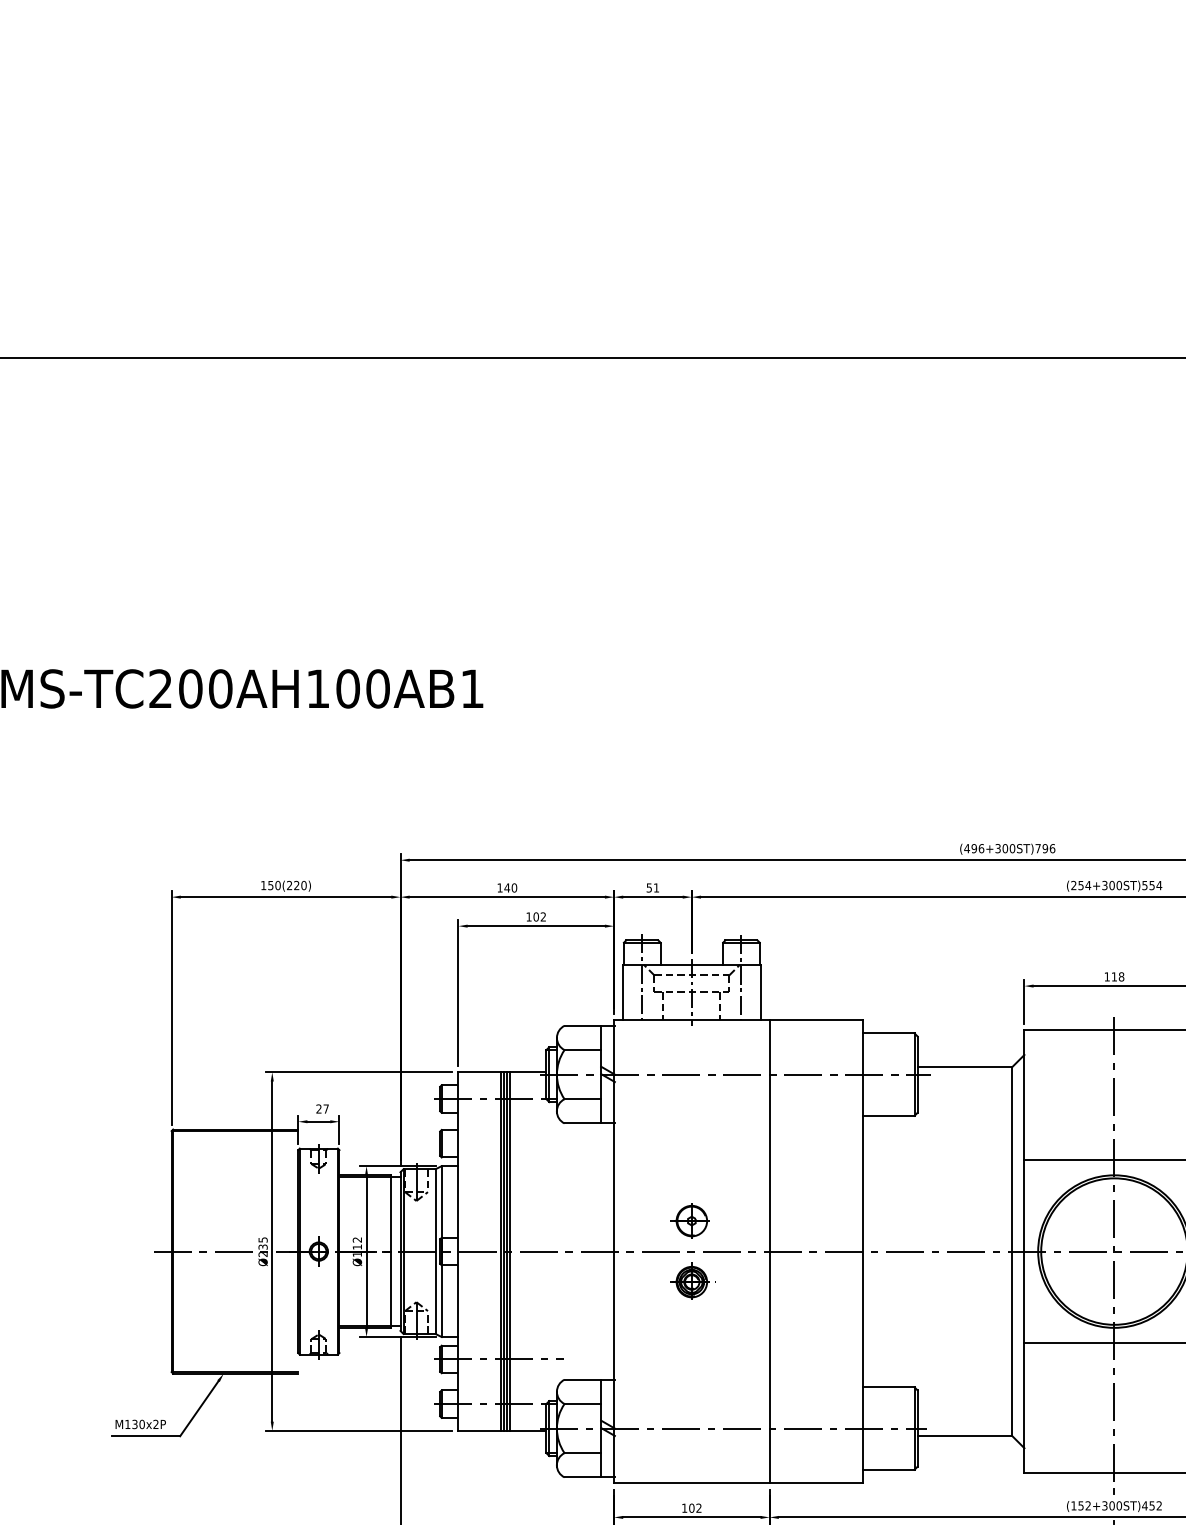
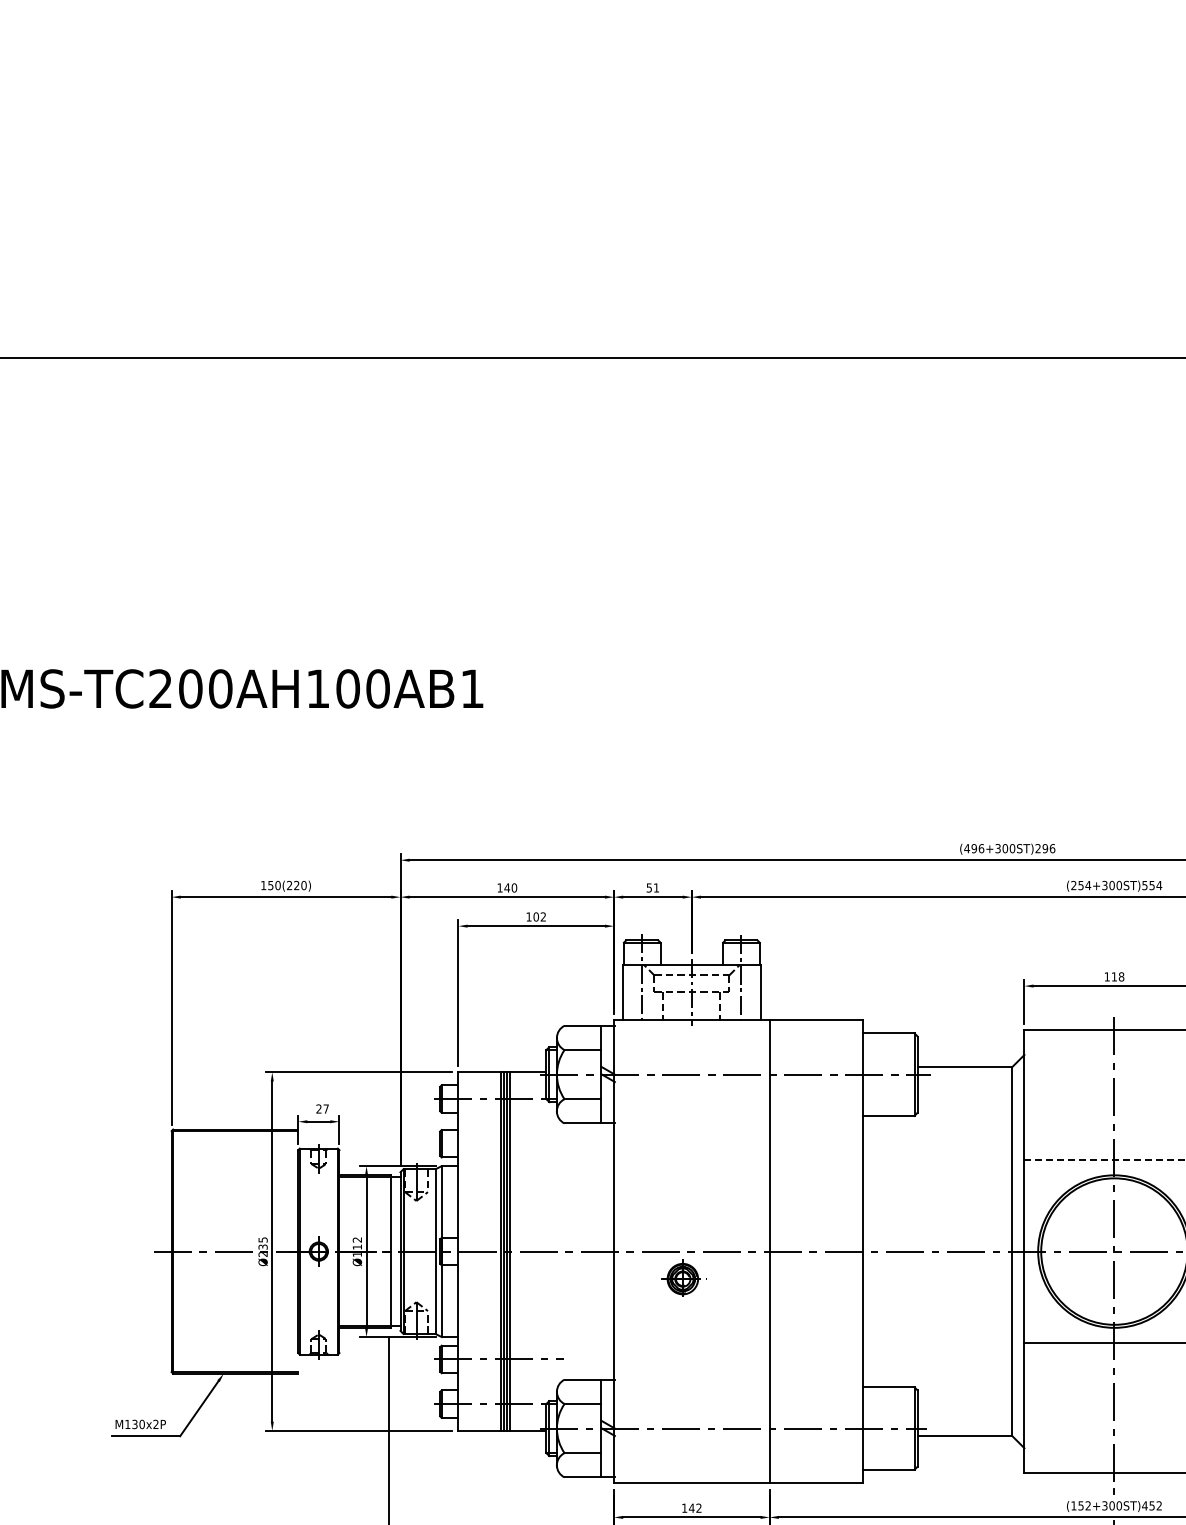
text at (1037, 848): (496+300ST)796 -> (496+300ST)296
line at (1104, 1160): solid -> dashed
part at (689, 1220): present -> none
part at (692, 1280) position: (692, 1280) -> (683, 1277)
line at (400, 1429) position: (400, 1429) -> (388, 1429)
text at (691, 1507): 102 -> 142
